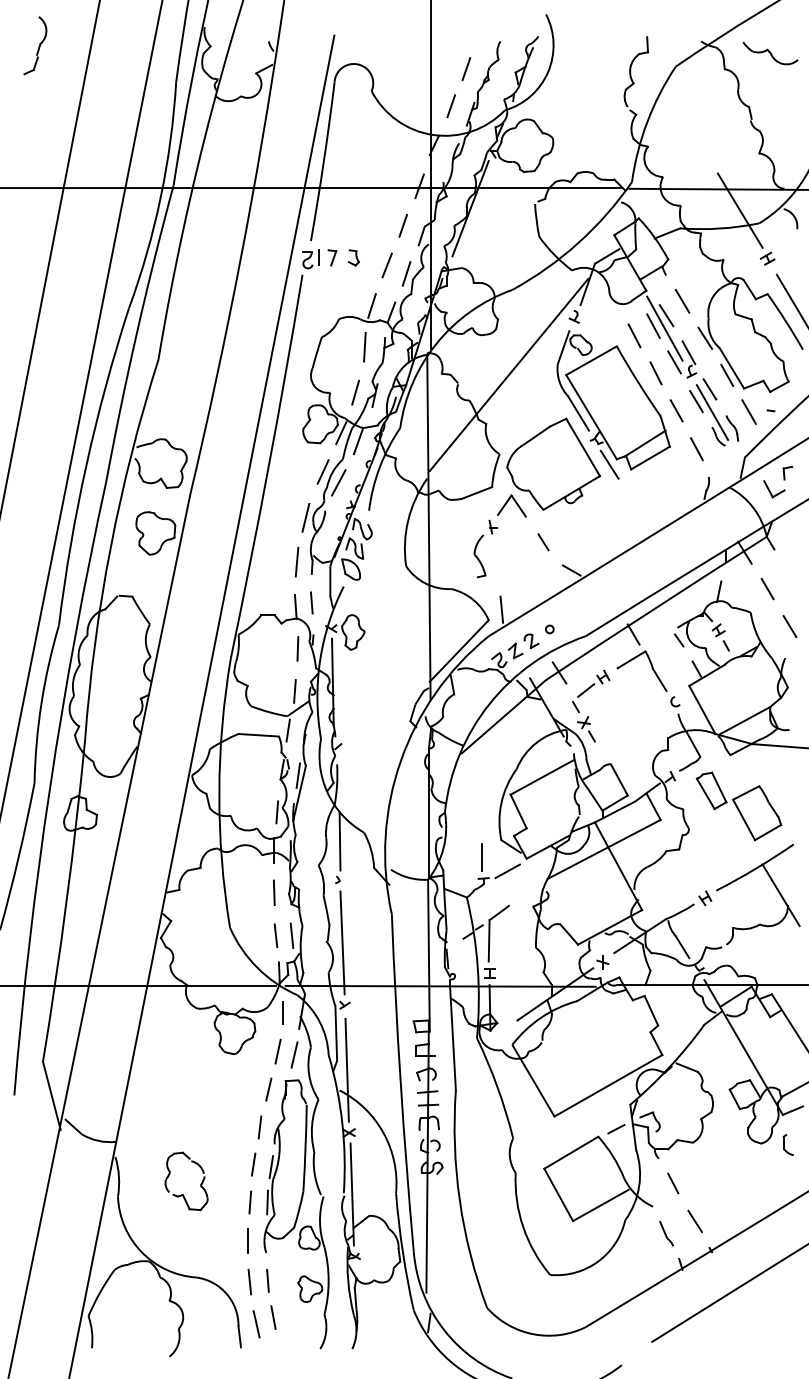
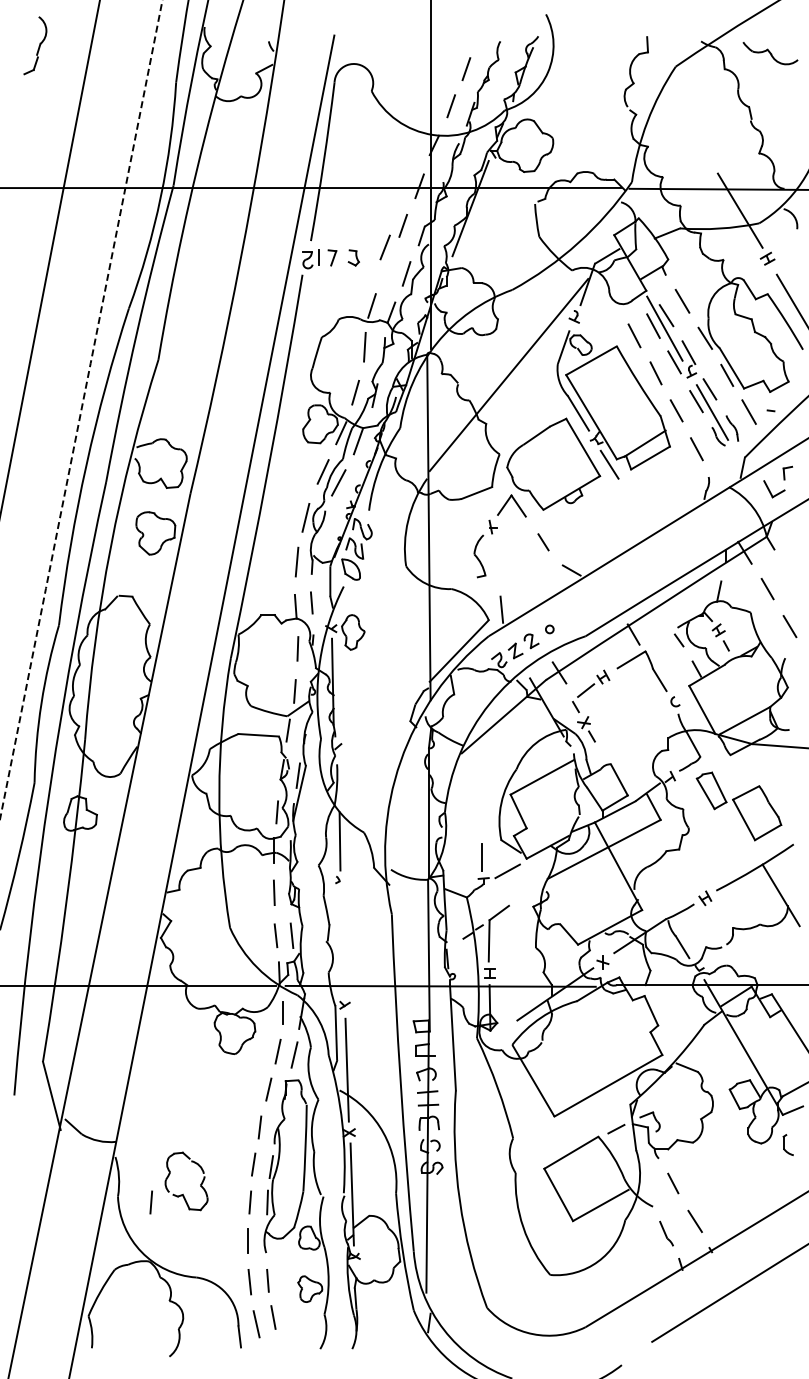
line at (386, 265) position: (386, 265) -> (384, 247)
arc at (81, 409): solid -> dashed
line at (342, 942): present -> none
line at (150, 1202): none -> present
